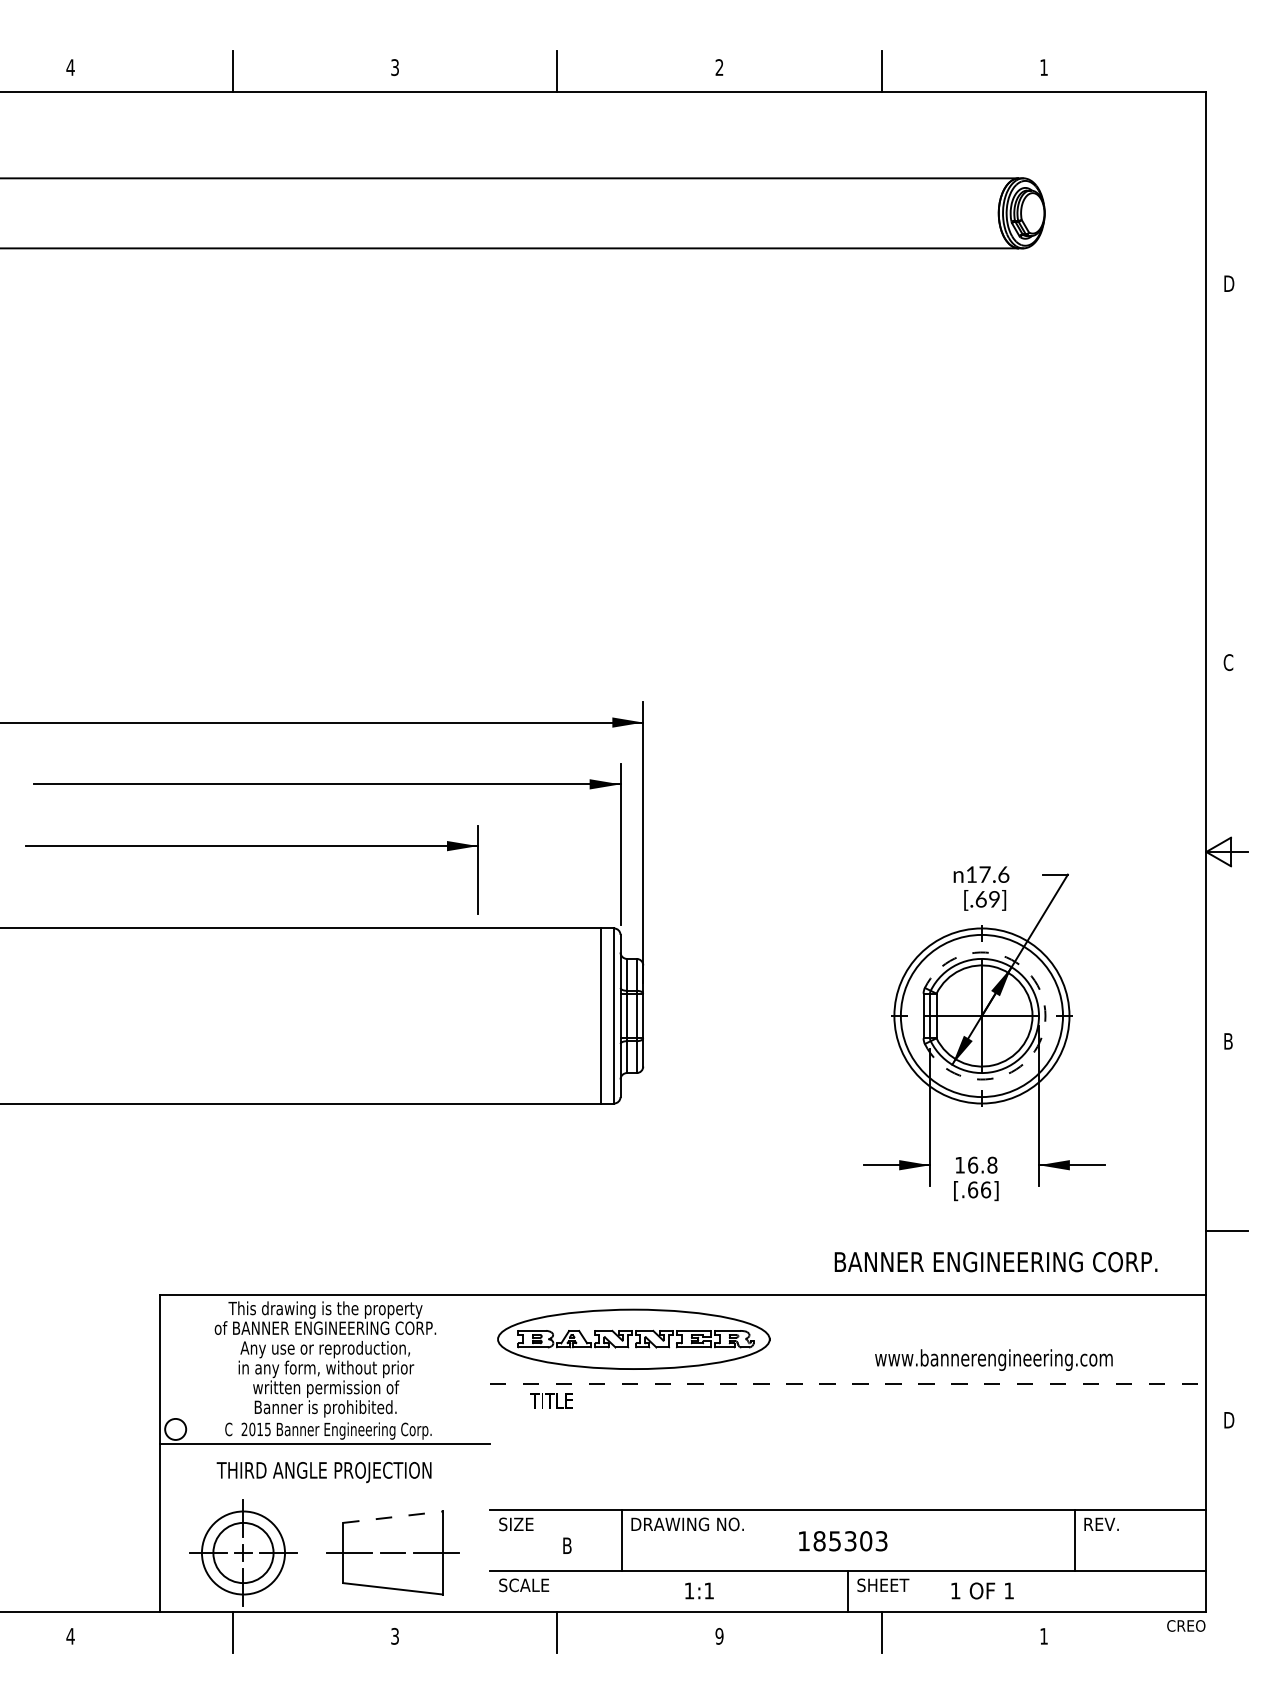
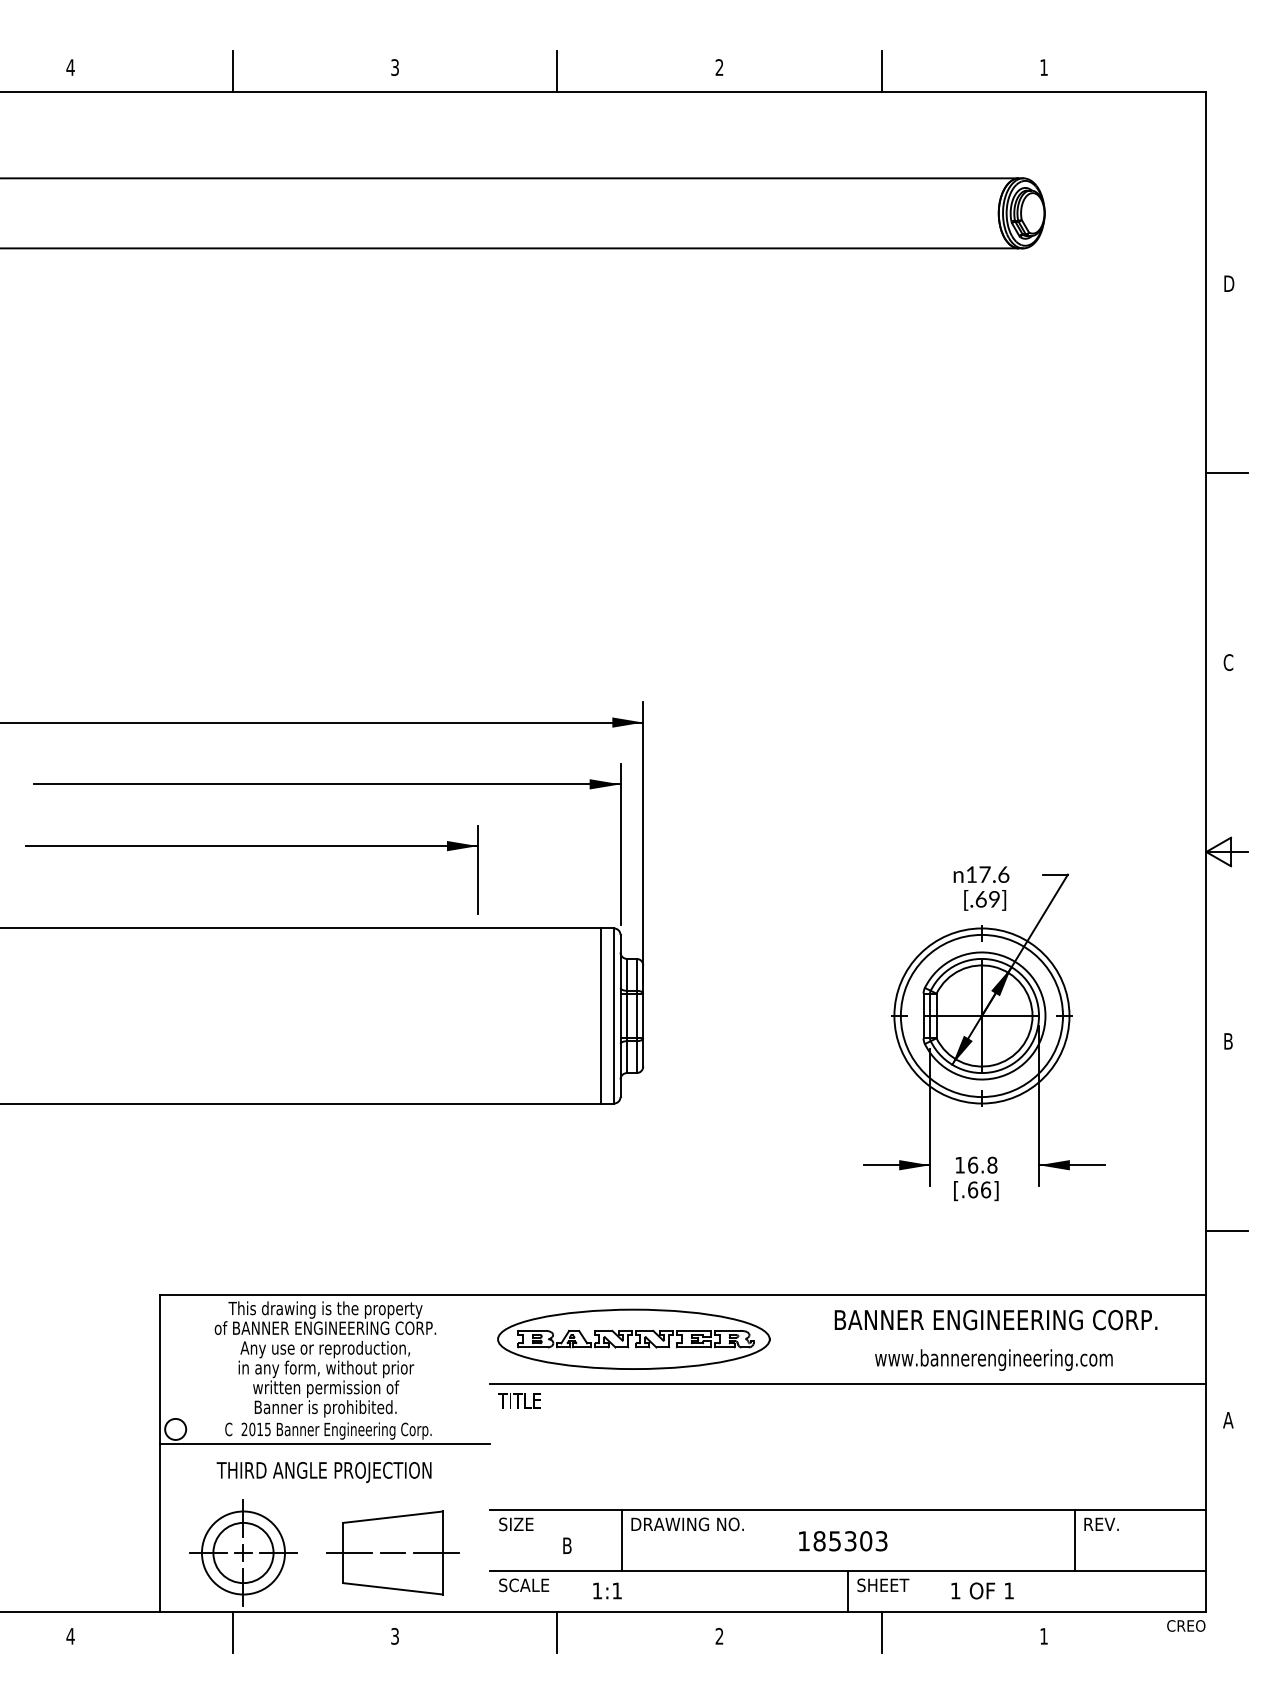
line at (1226, 473): none -> present
arc at (1045, 1016): dashed -> solid
text at (995, 1262) position: (995, 1262) -> (995, 1320)
line at (848, 1384): dashed -> solid
text at (551, 1400) position: (551, 1400) -> (519, 1400)
text at (1228, 1420): D -> A
line at (393, 1517): dashed -> solid
text at (699, 1590) position: (699, 1590) -> (607, 1590)
text at (719, 1636): 9 -> 2
